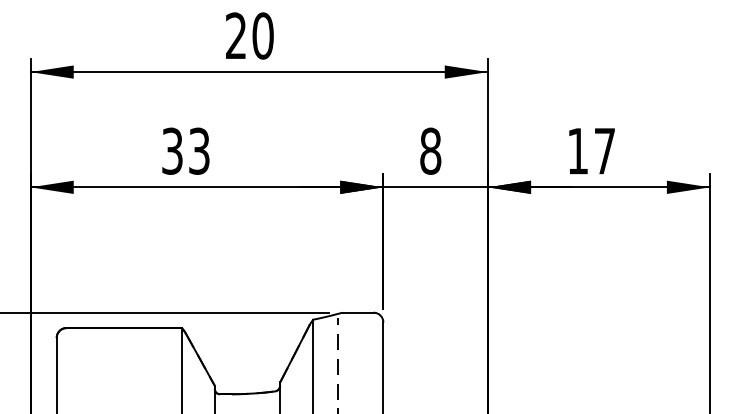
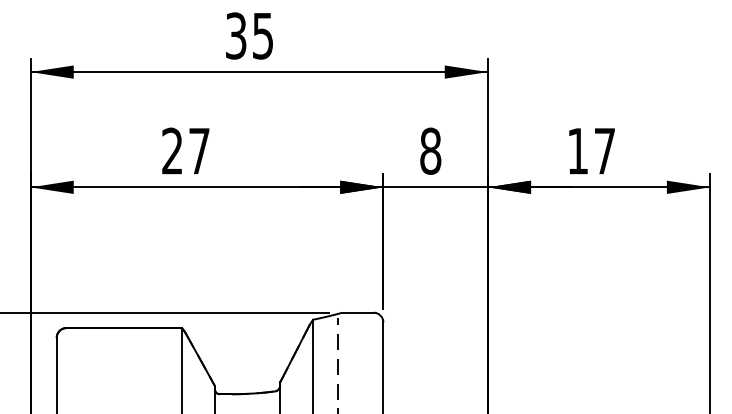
text at (249, 35): 20 -> 35
text at (185, 150): 33 -> 27
